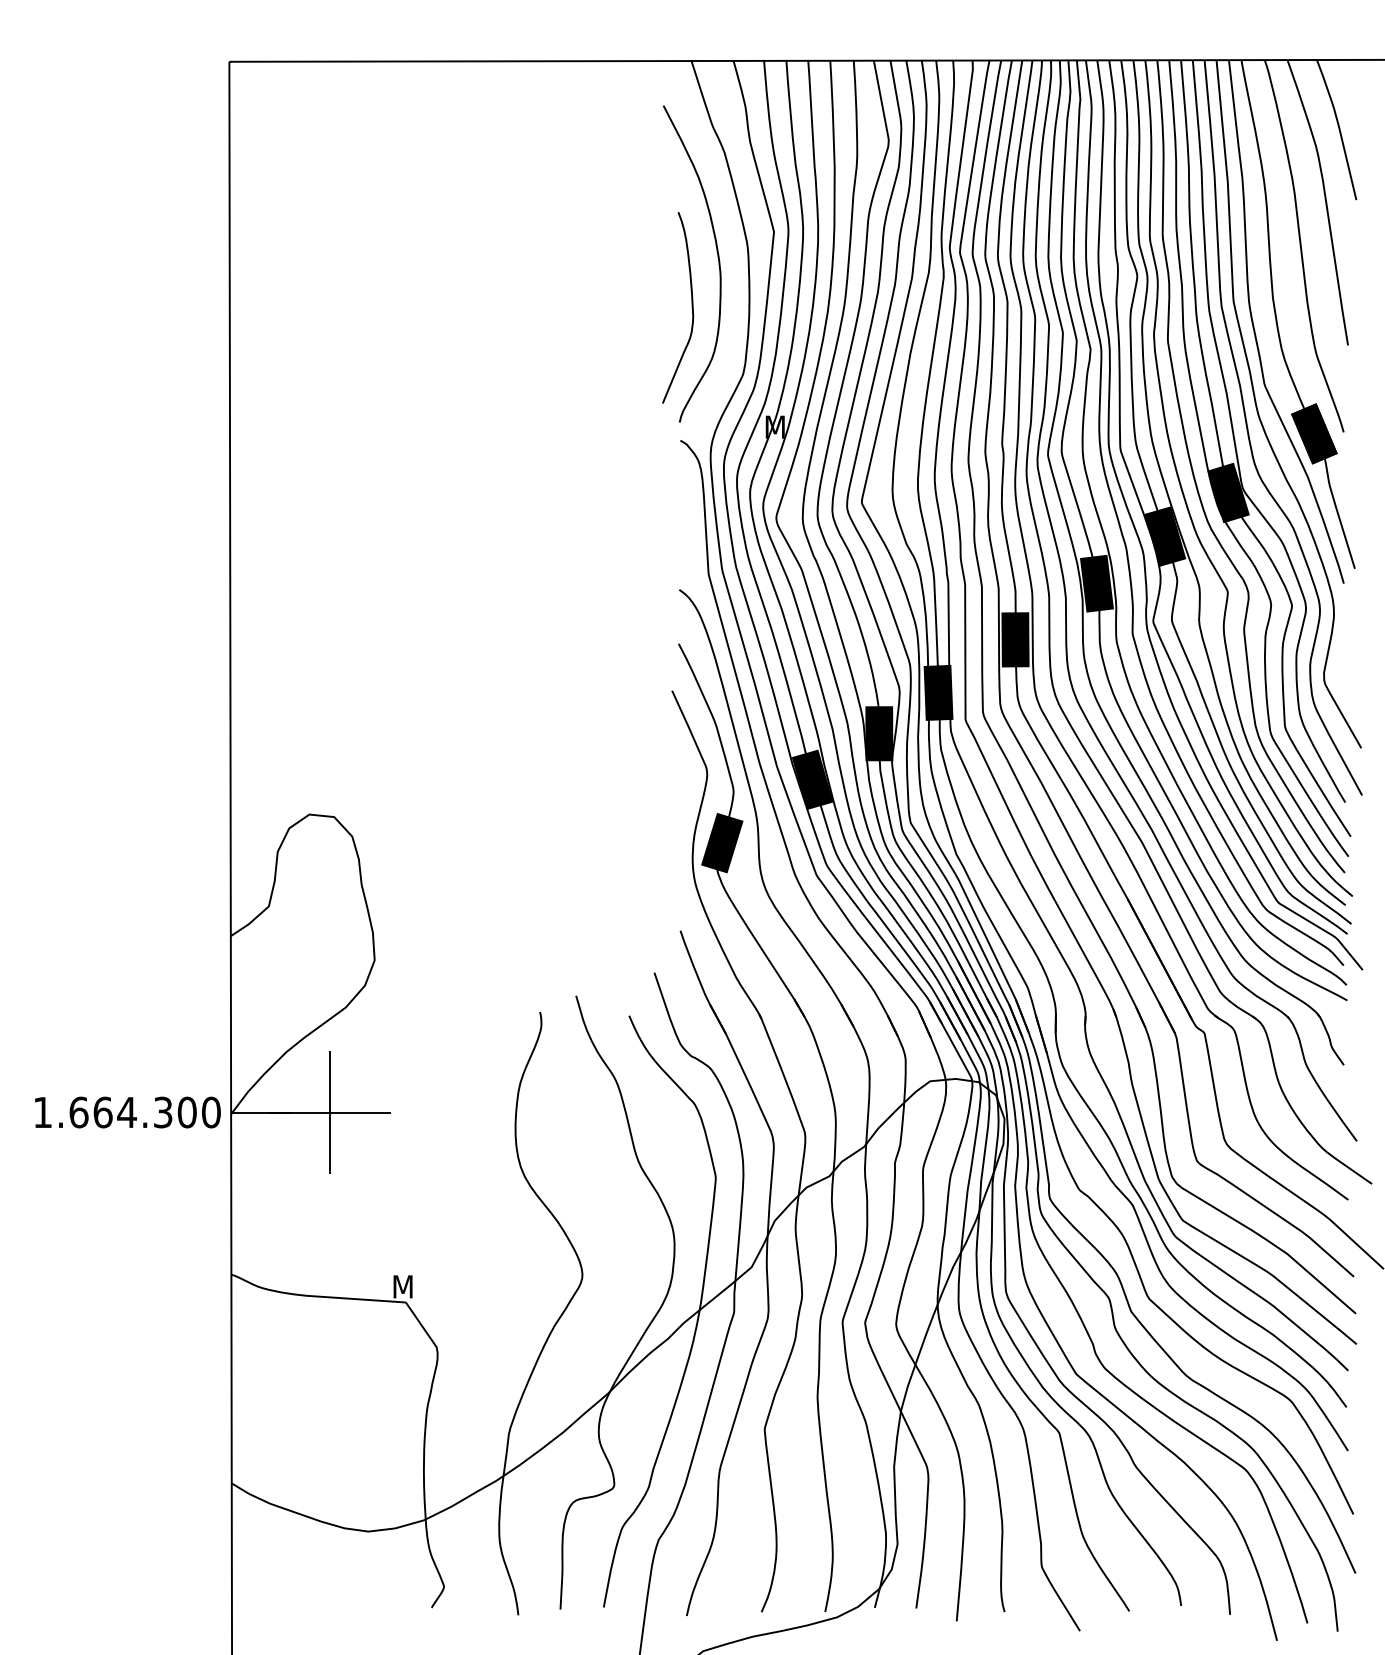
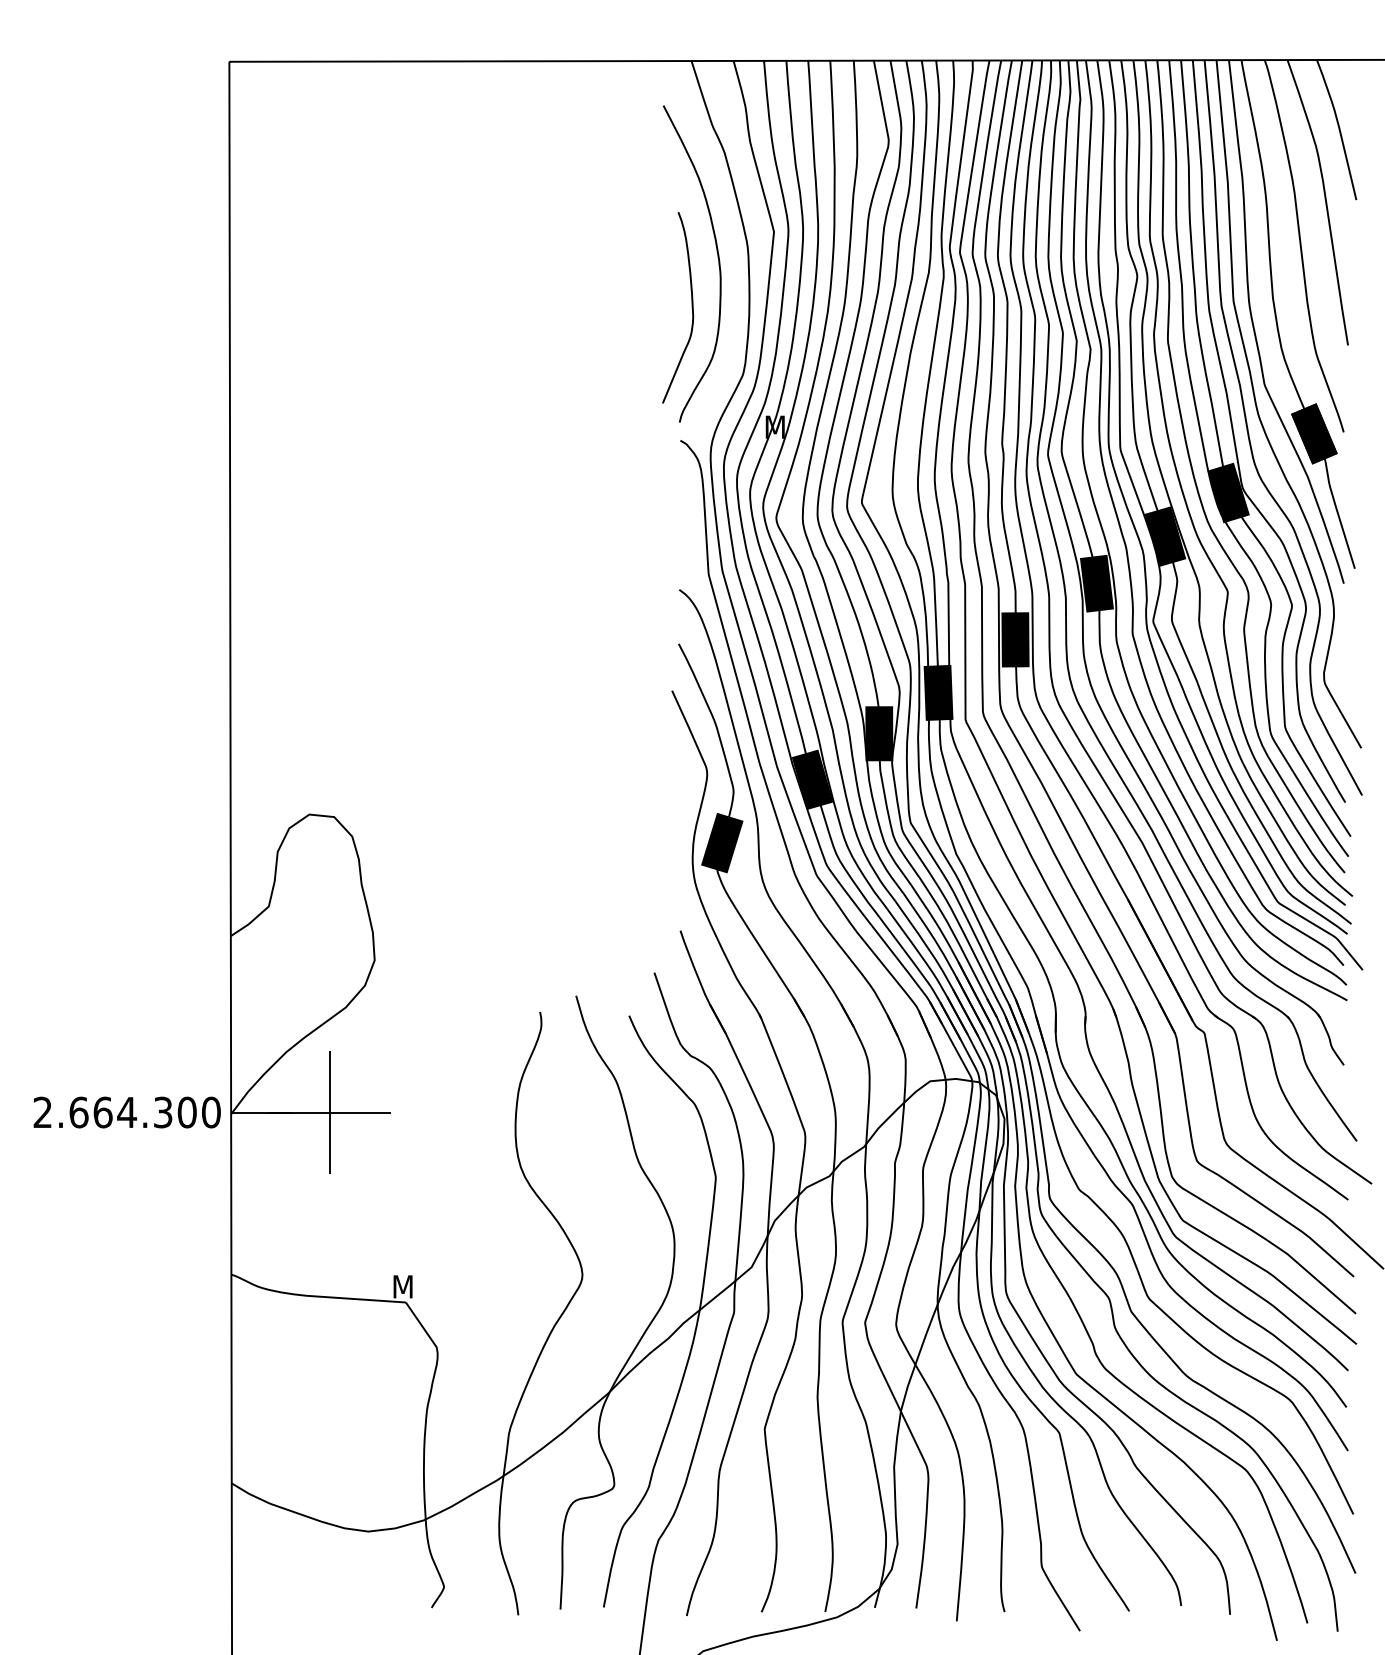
text at (42, 1111): 1.664.300 -> 2.664.300
